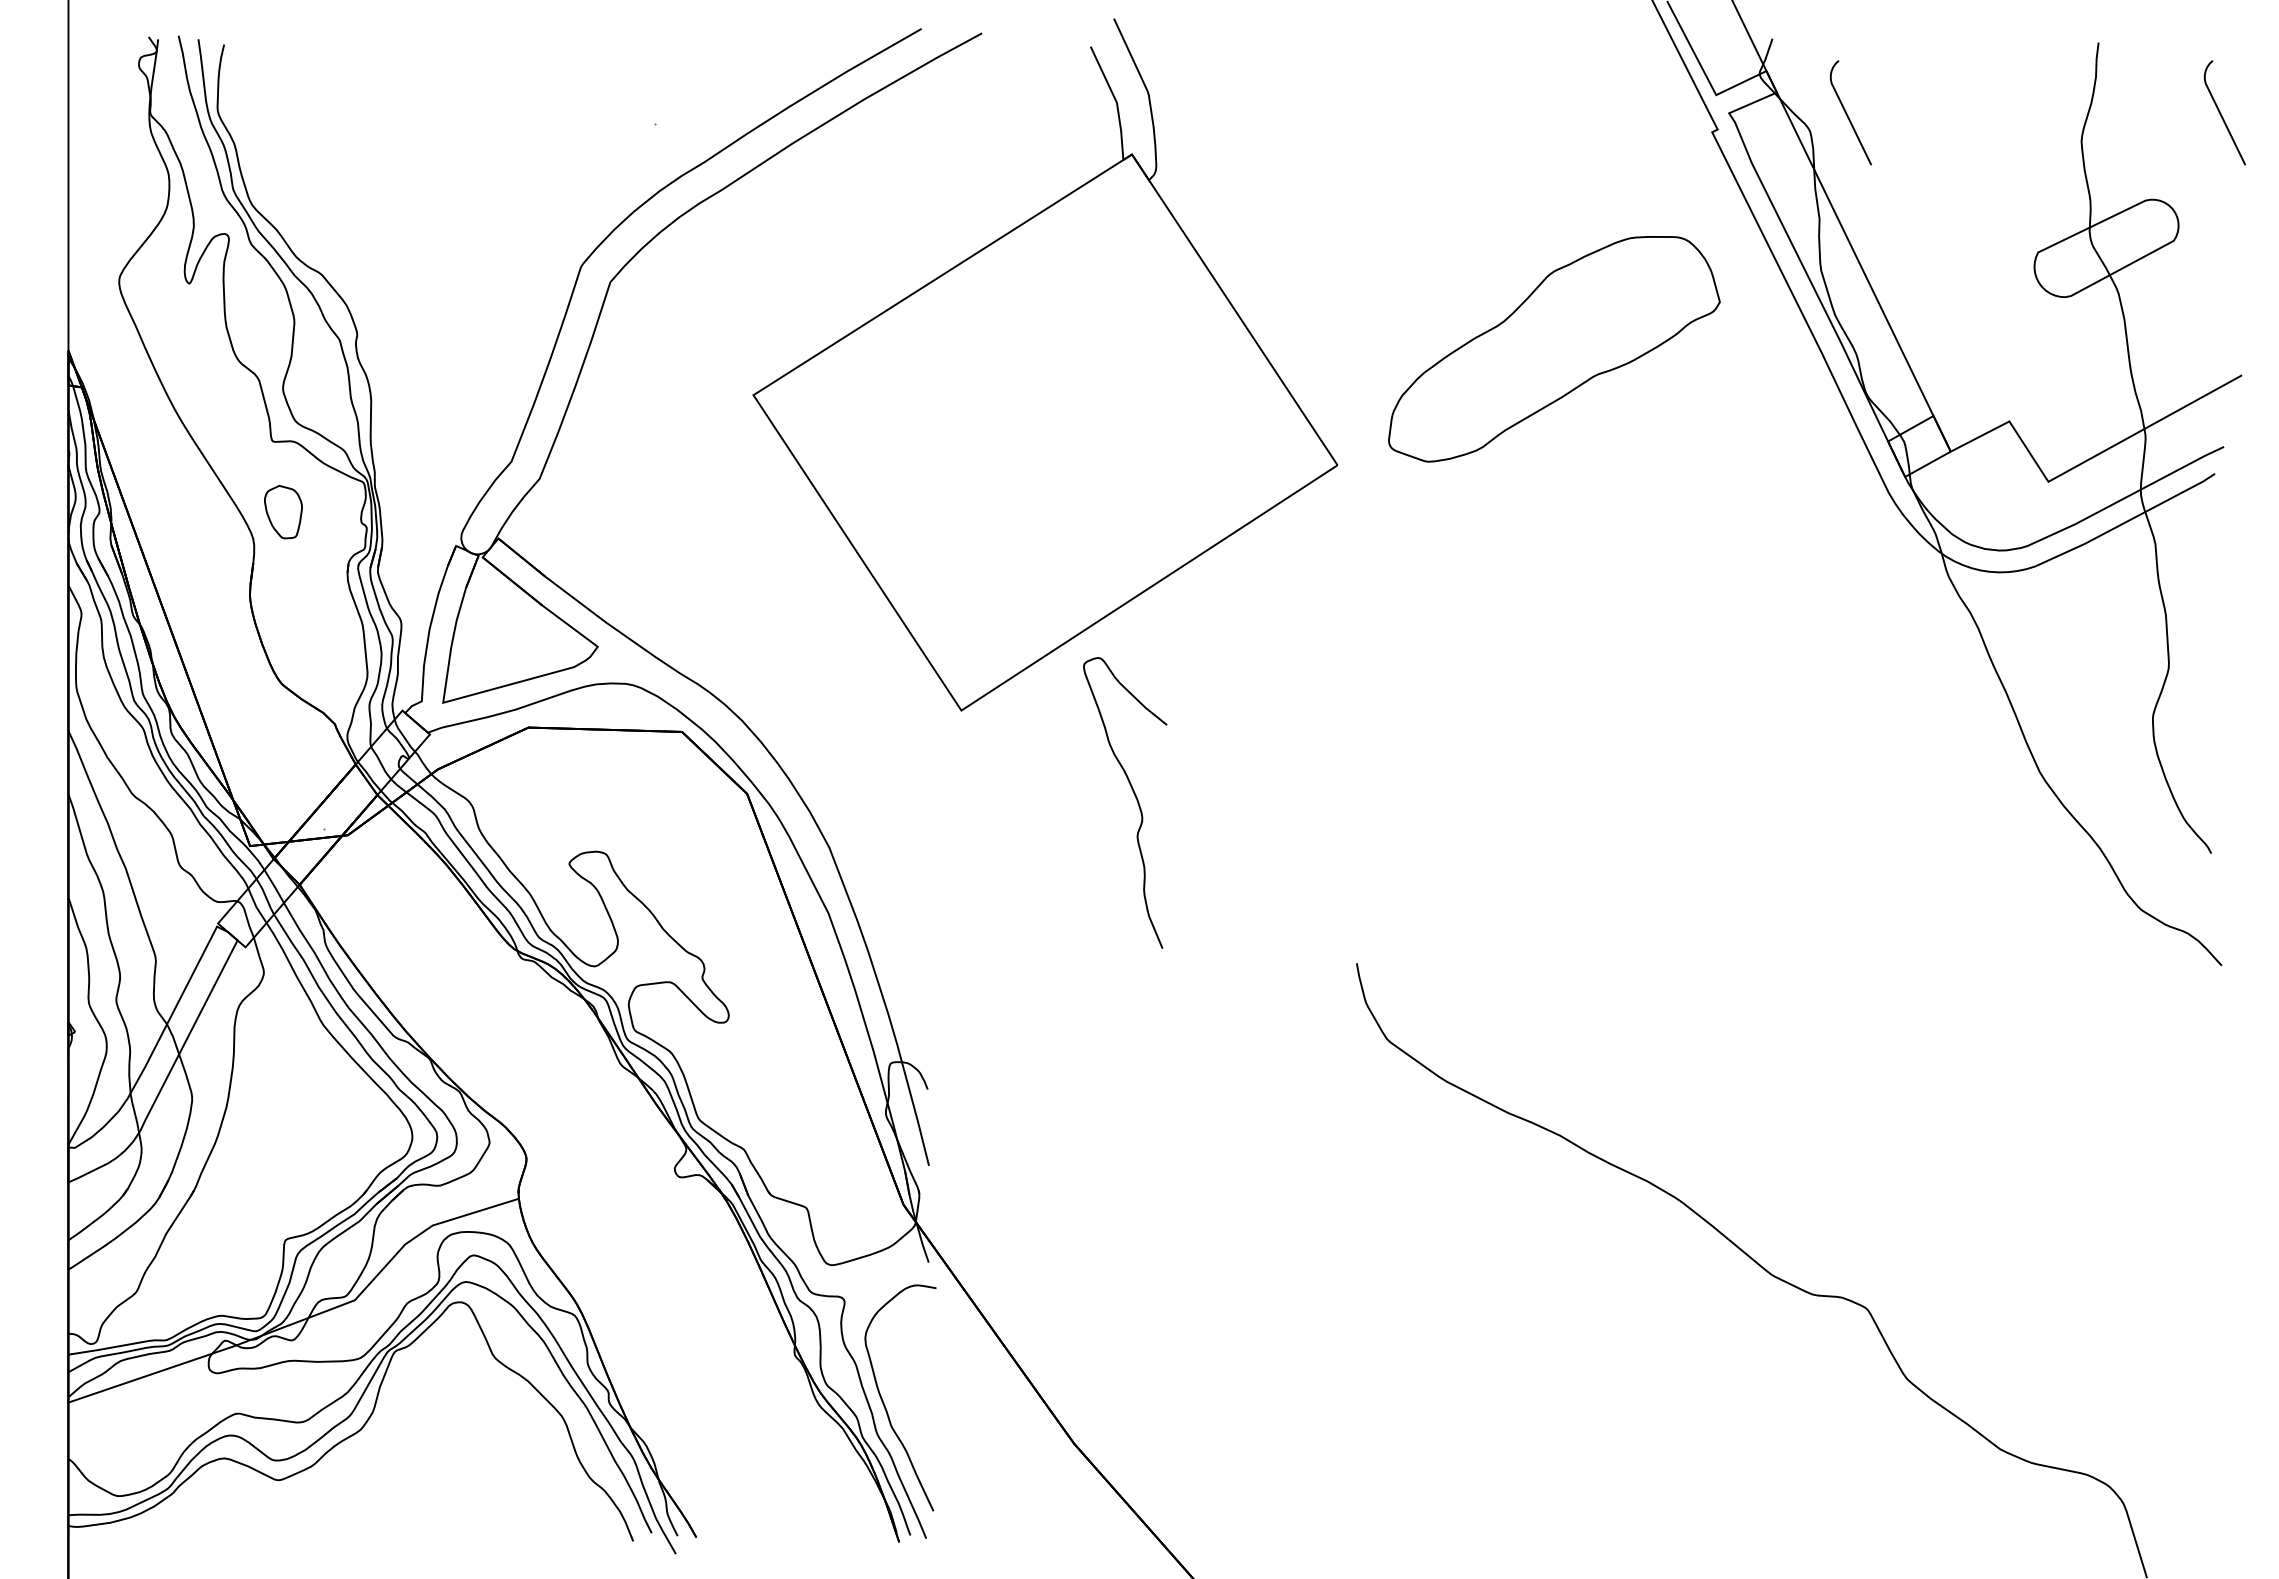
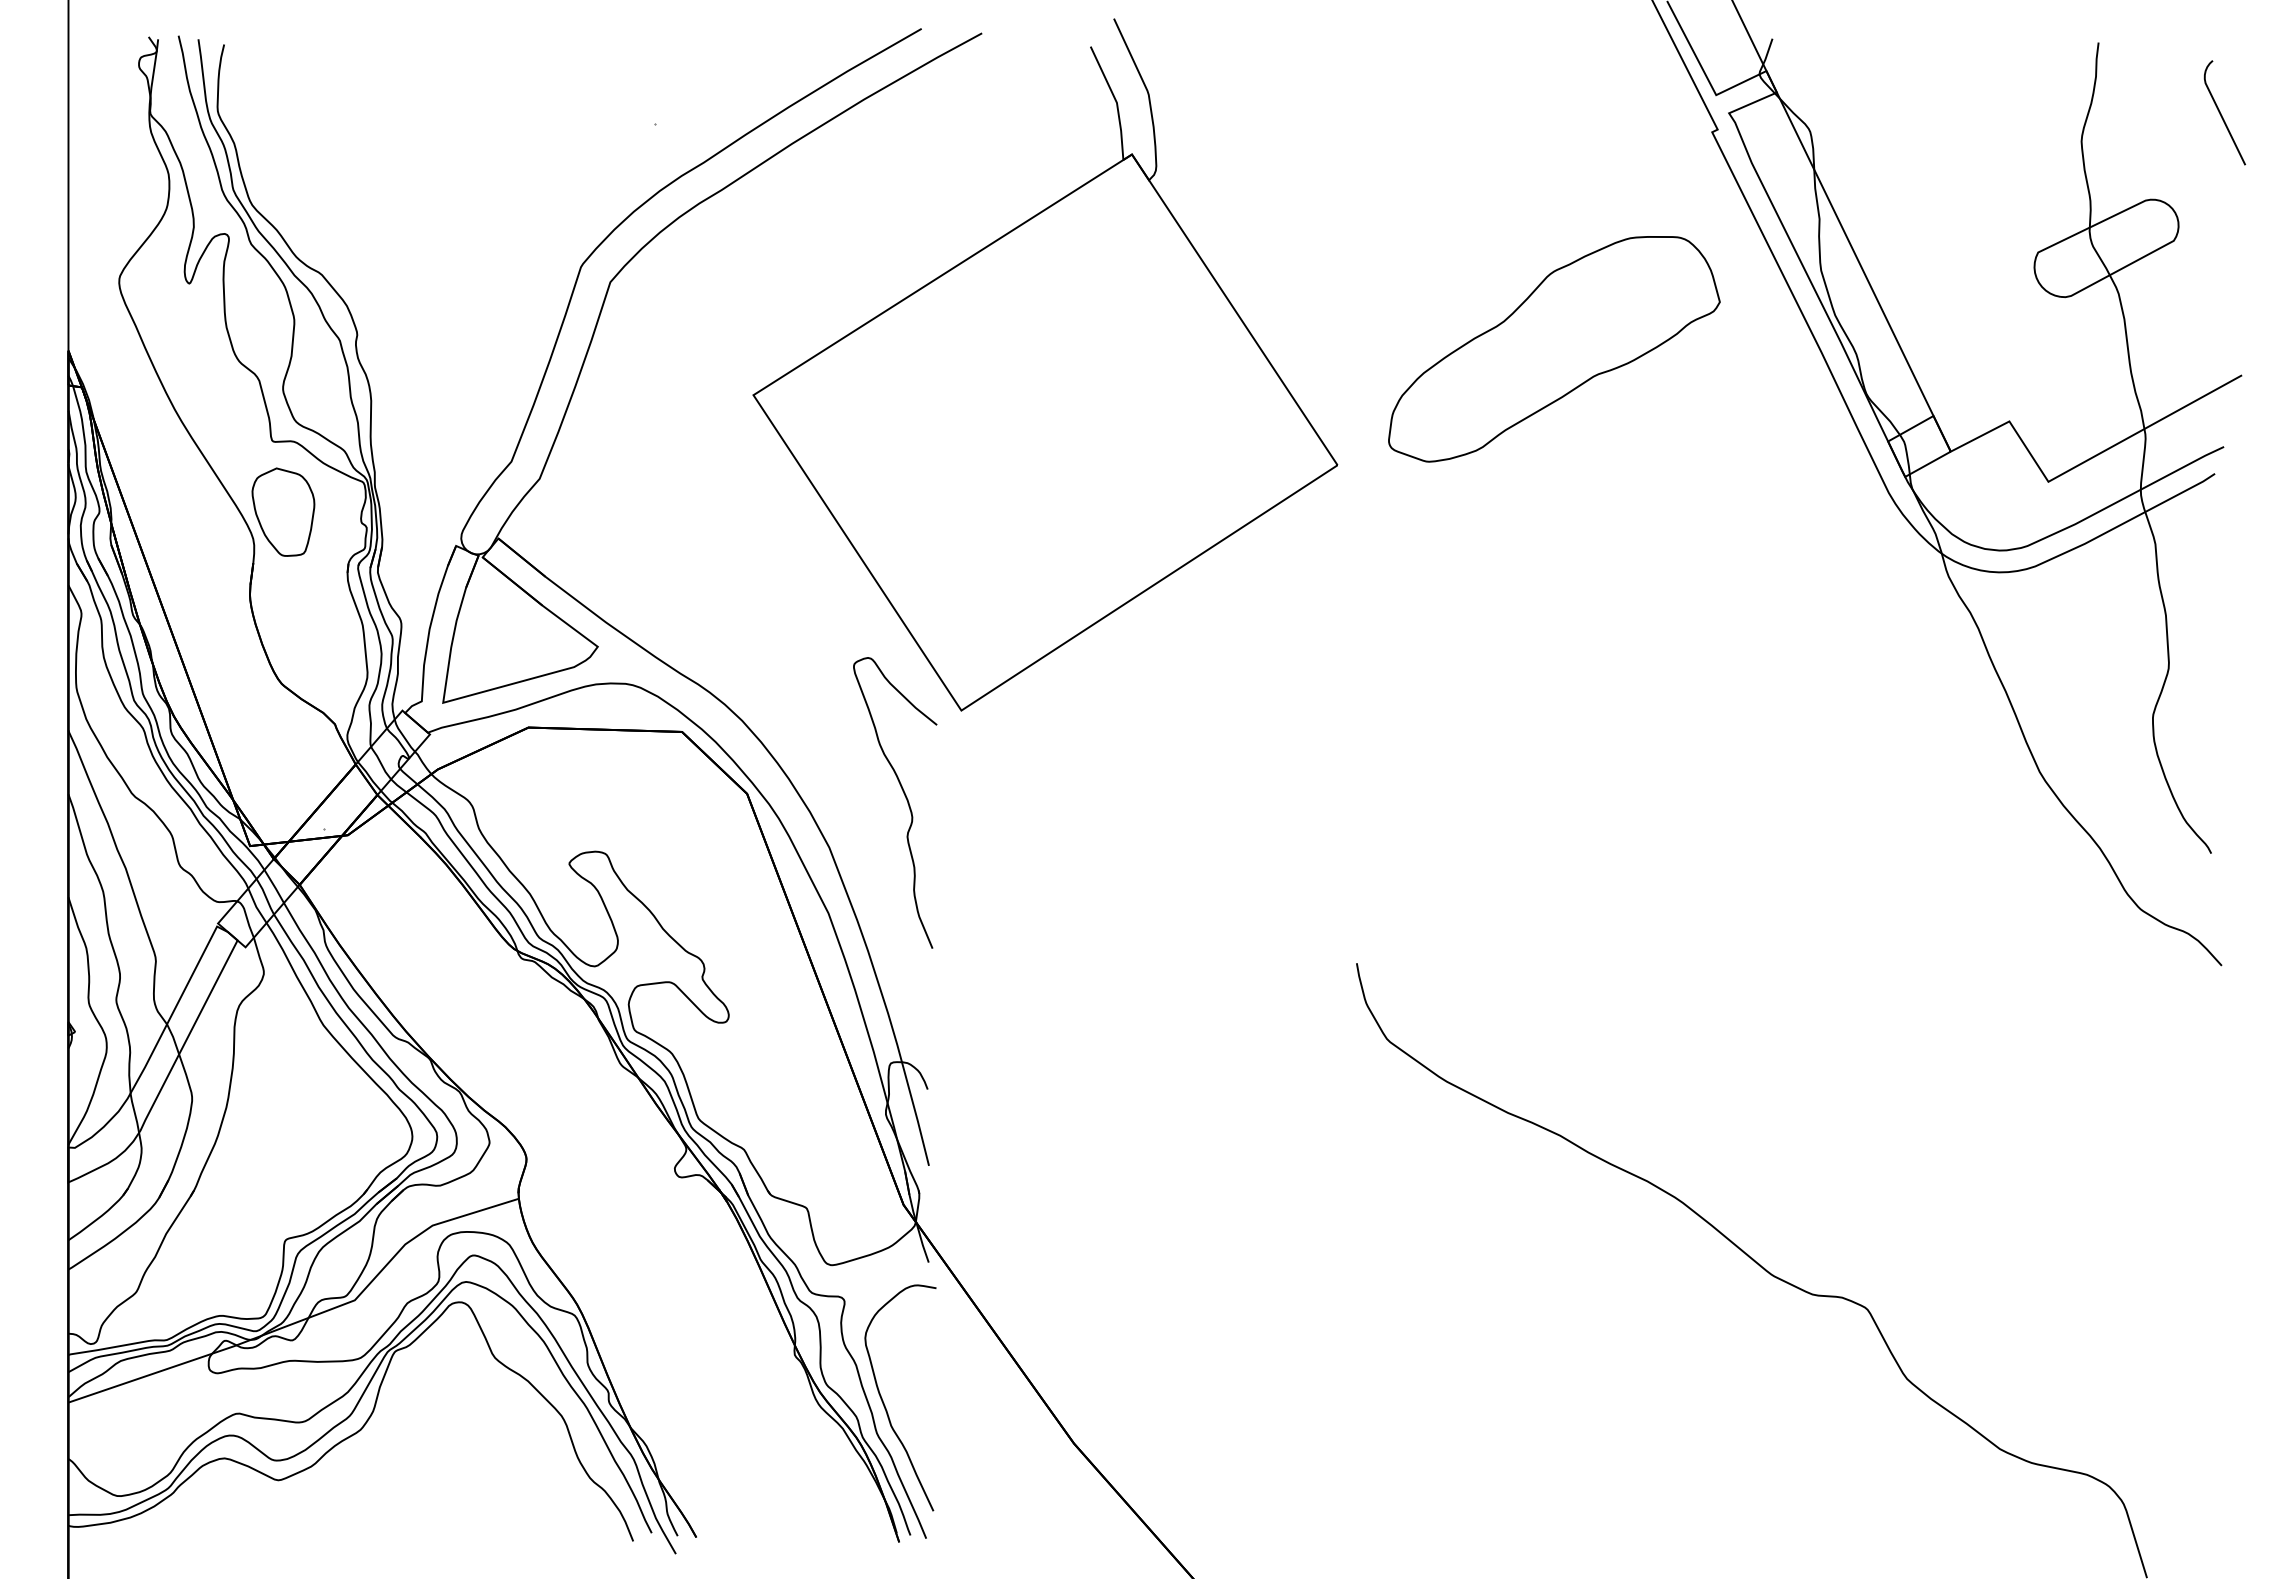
curve at (1847, 113): present -> none
part at (283, 512) size: 39x55 px -> 65x90 px
curve at (1135, 798) position: (1135, 798) -> (905, 798)
